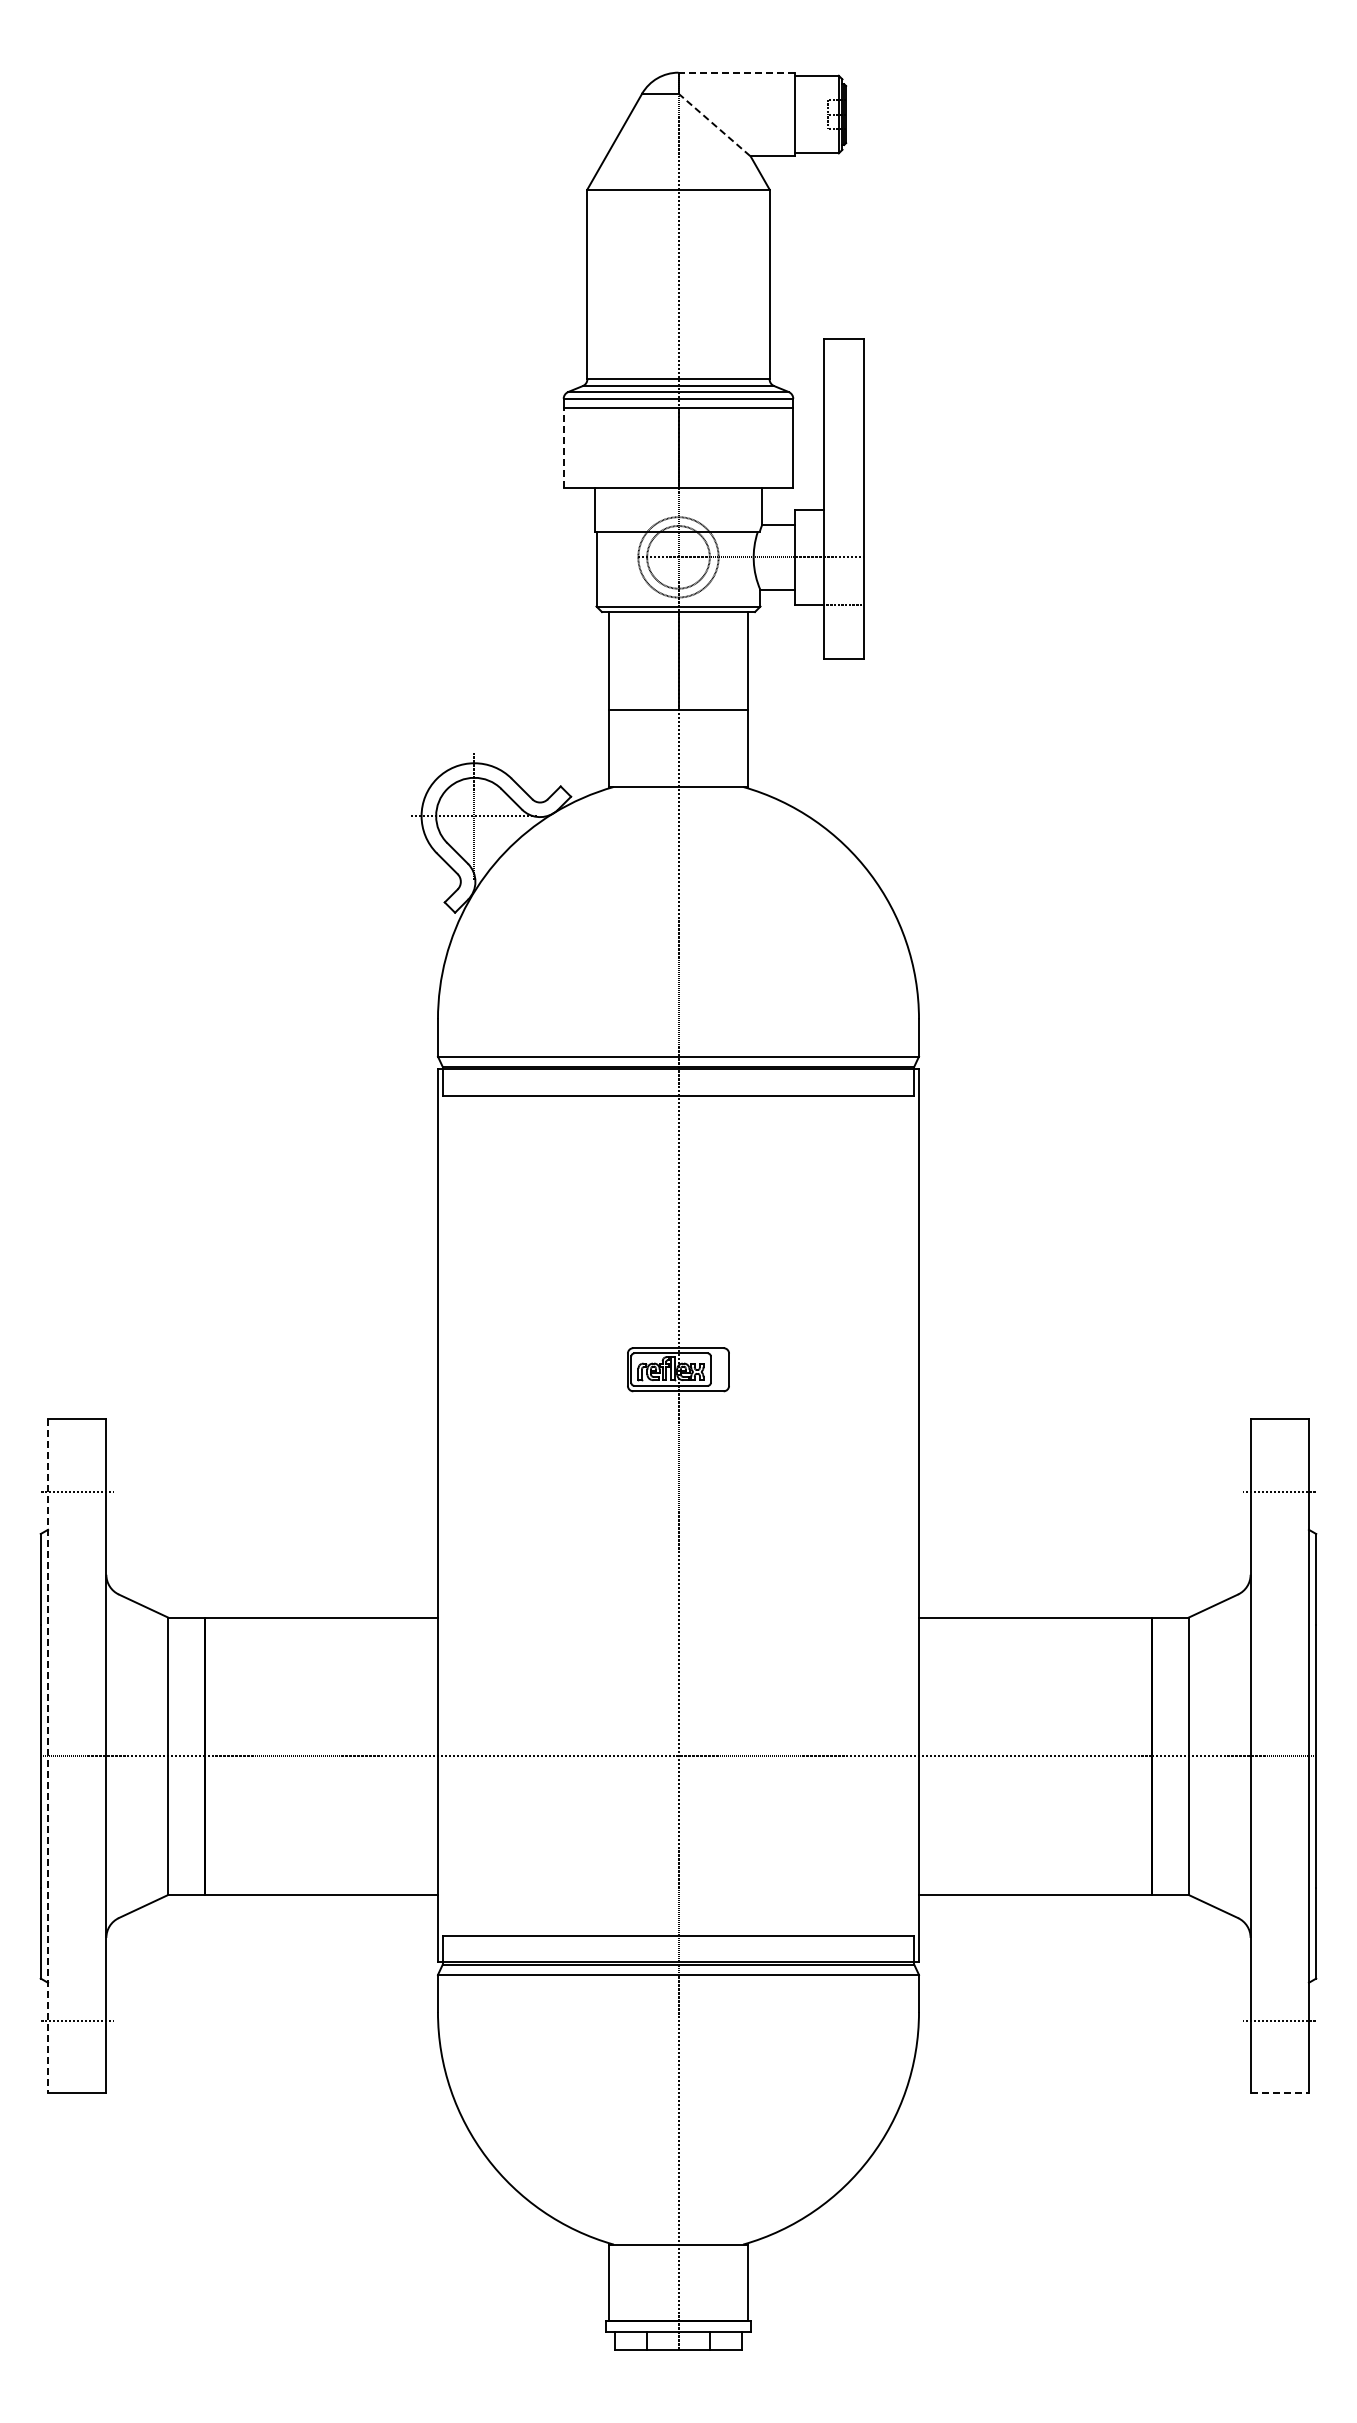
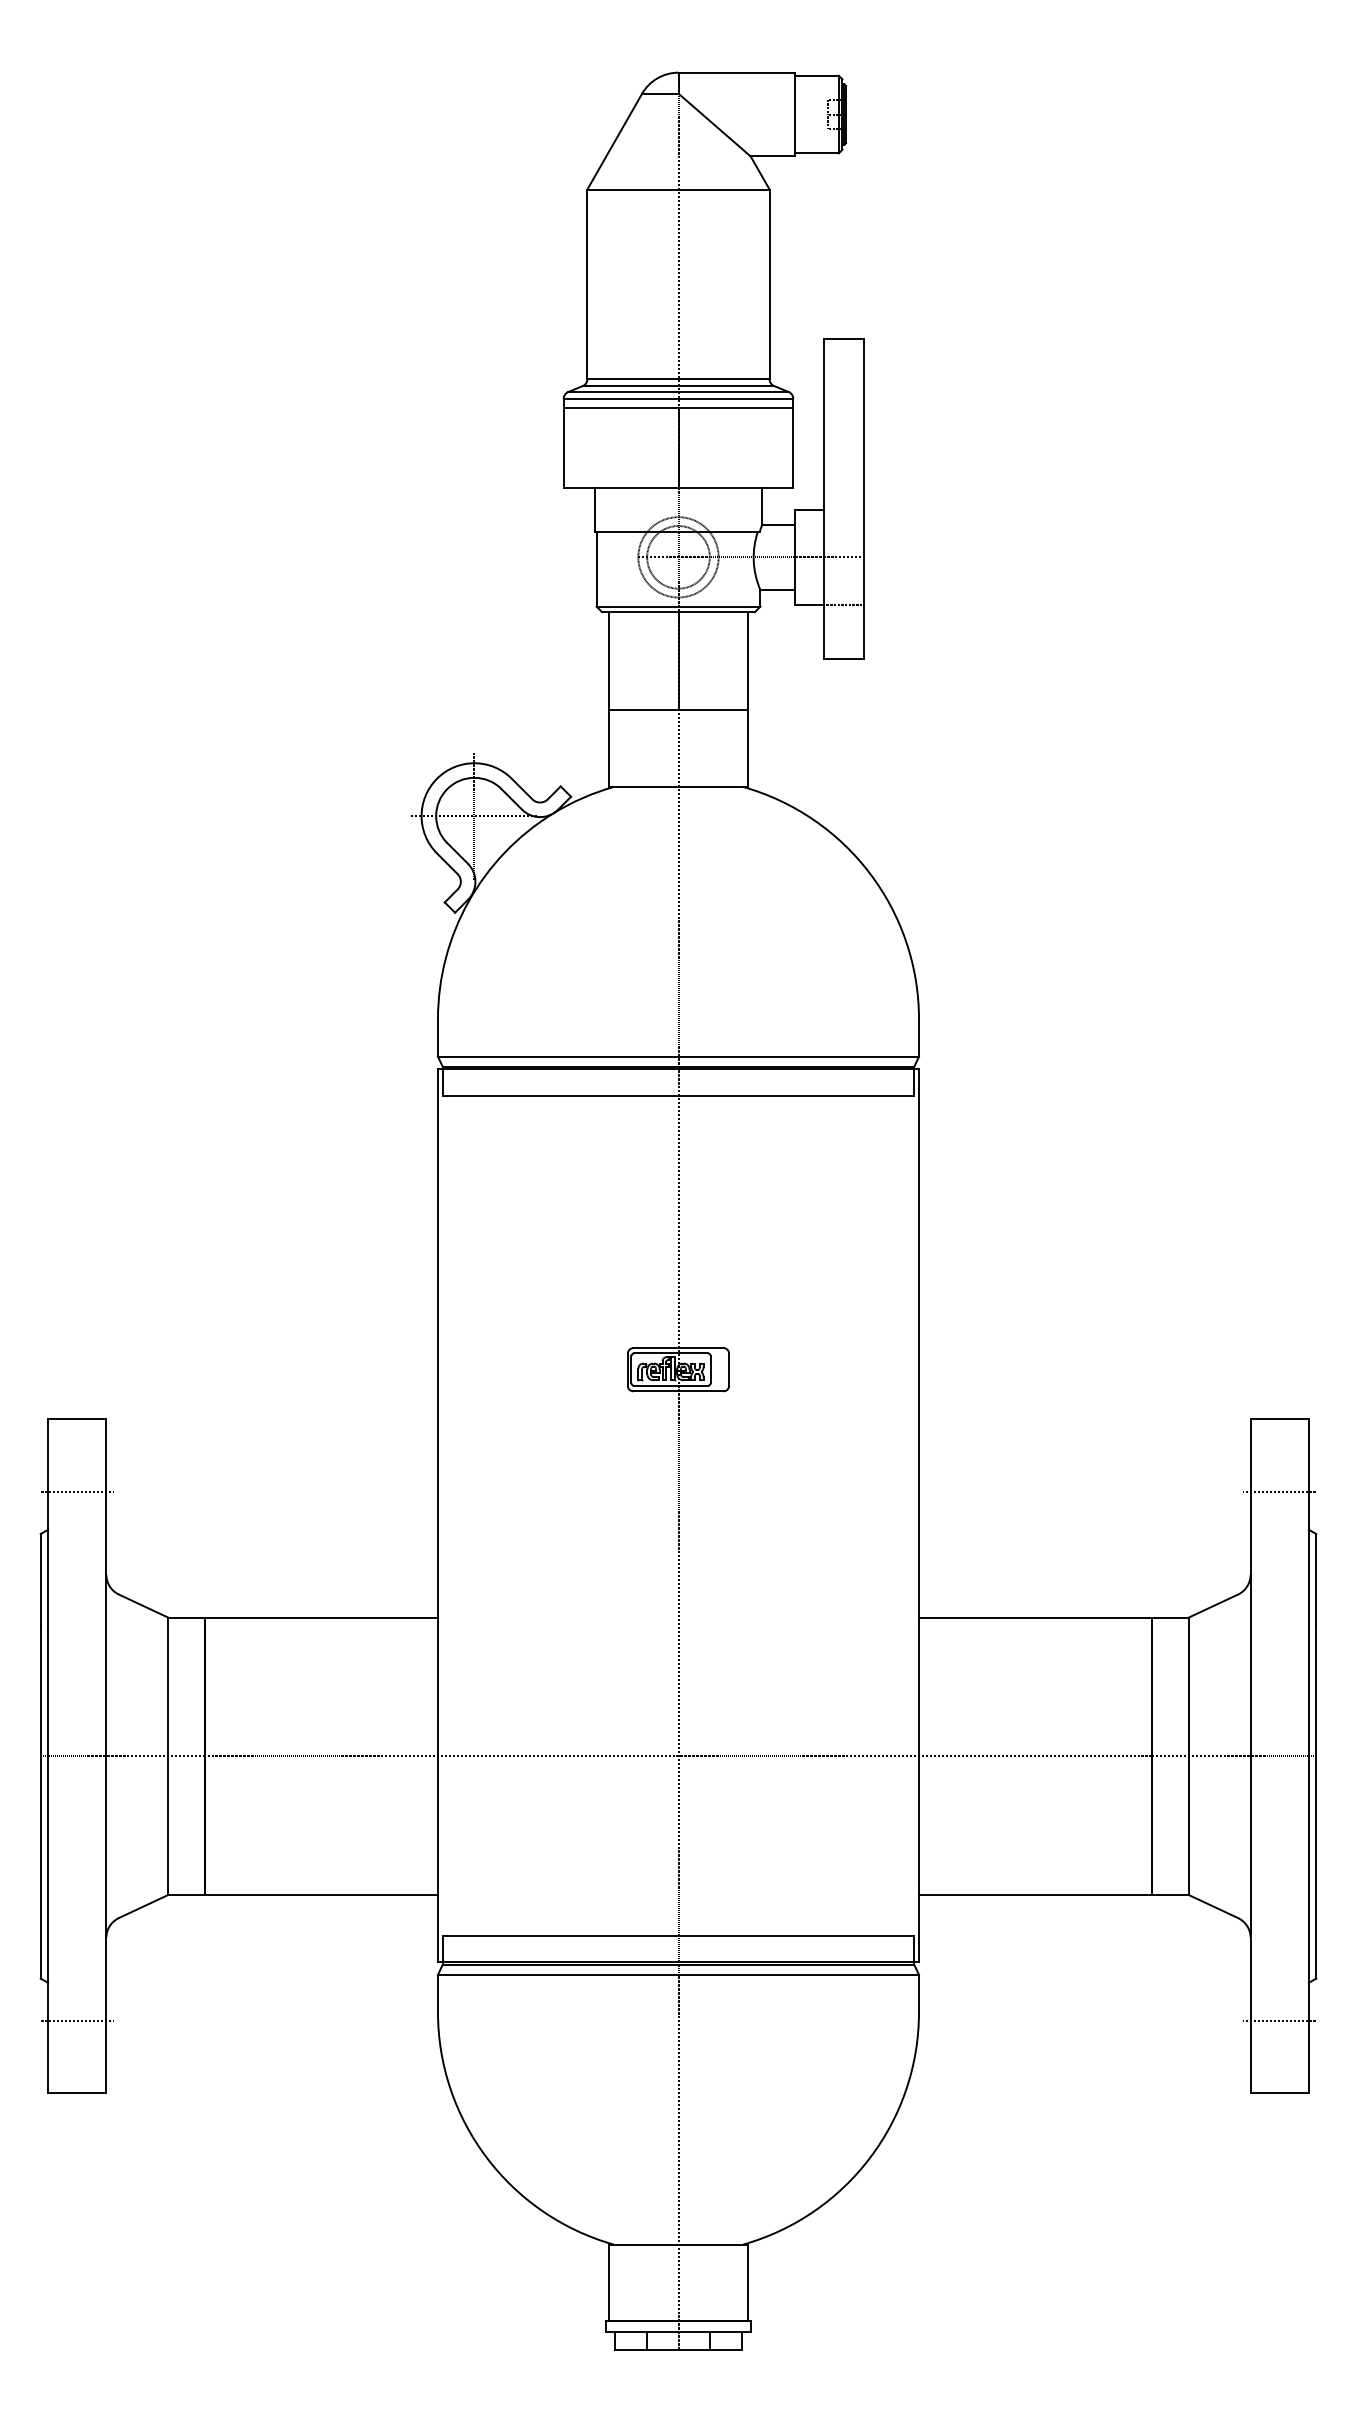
line at (736, 72): dashed -> solid
line at (714, 125): dashed -> solid
line at (563, 447): dashed -> solid
line at (48, 1756): dashed -> solid
line at (1280, 2093): dashed -> solid
